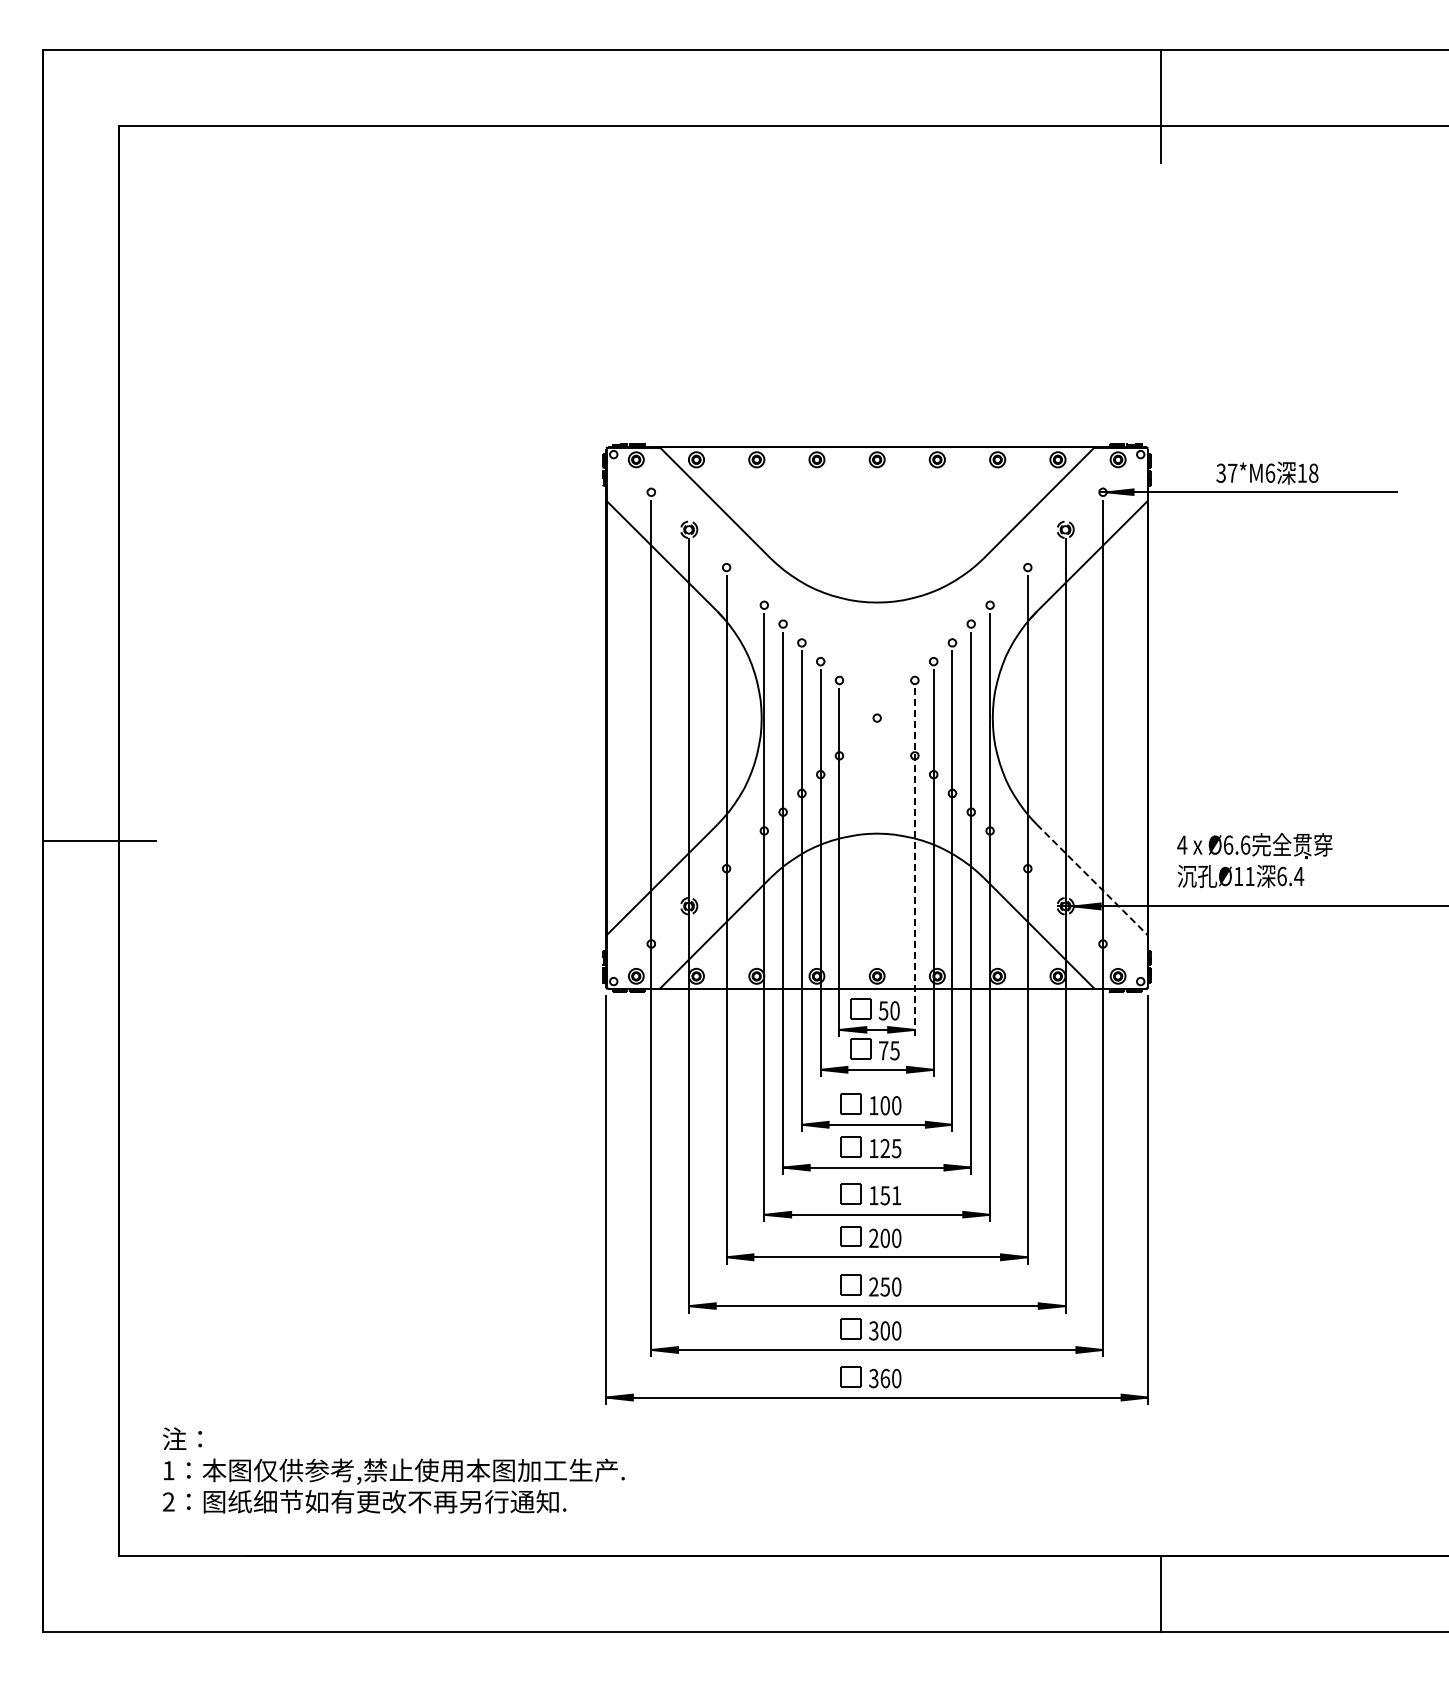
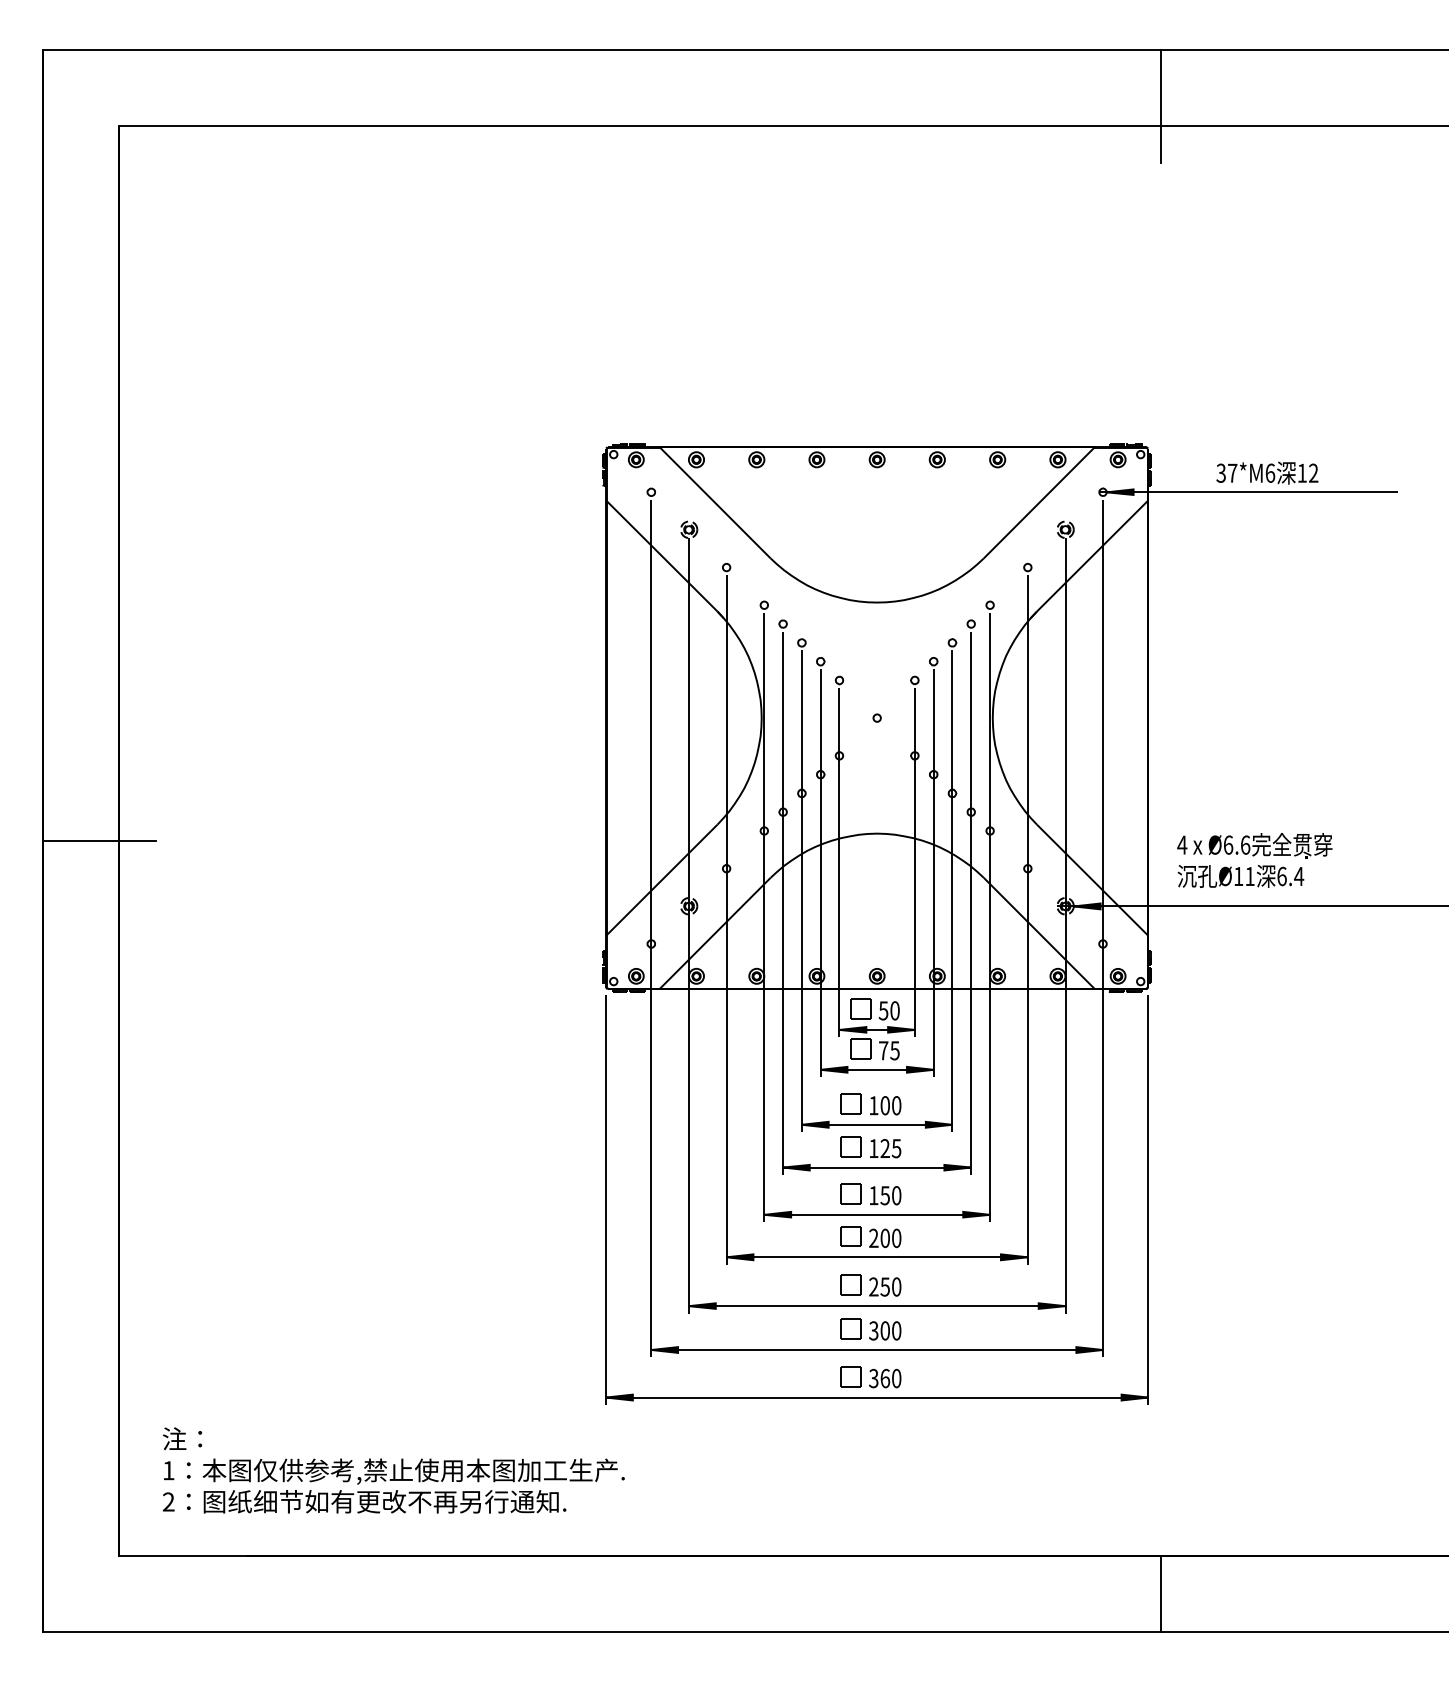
text at (1313, 472): 18 -> 12
line at (914, 862): dashed -> solid
line at (1092, 880): dashed -> solid
text at (896, 1195): 151 -> 150
